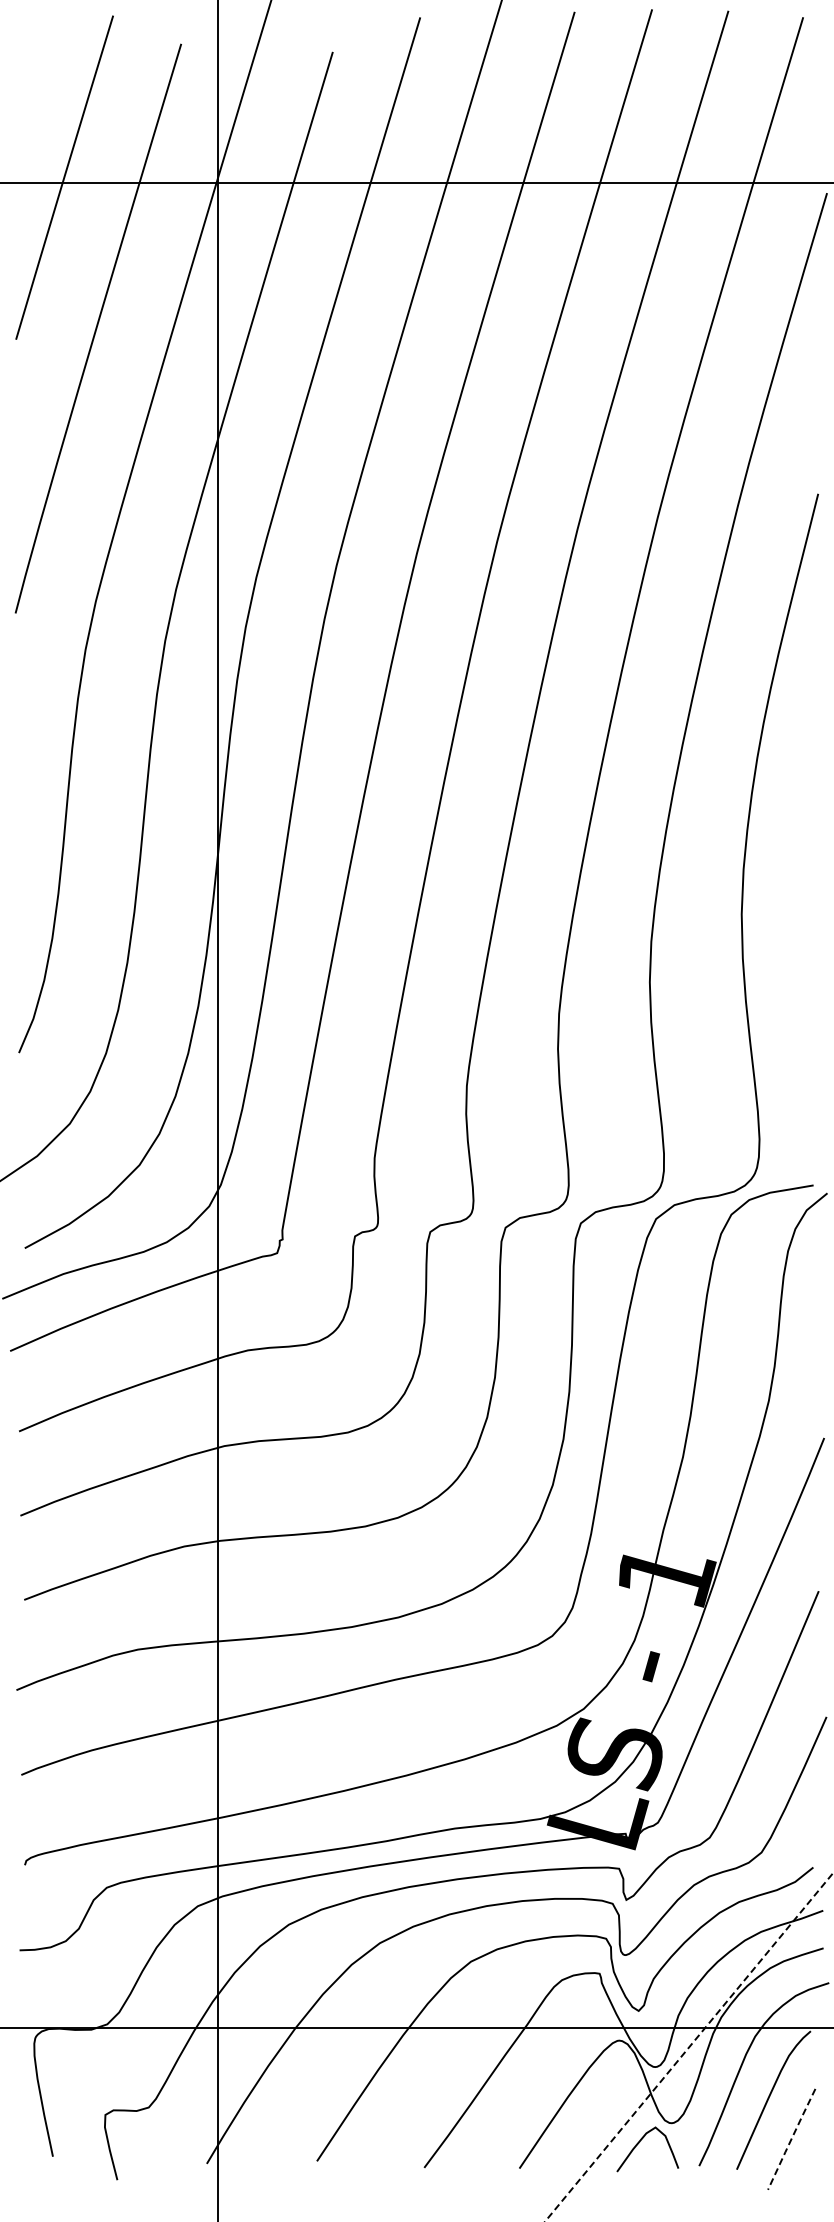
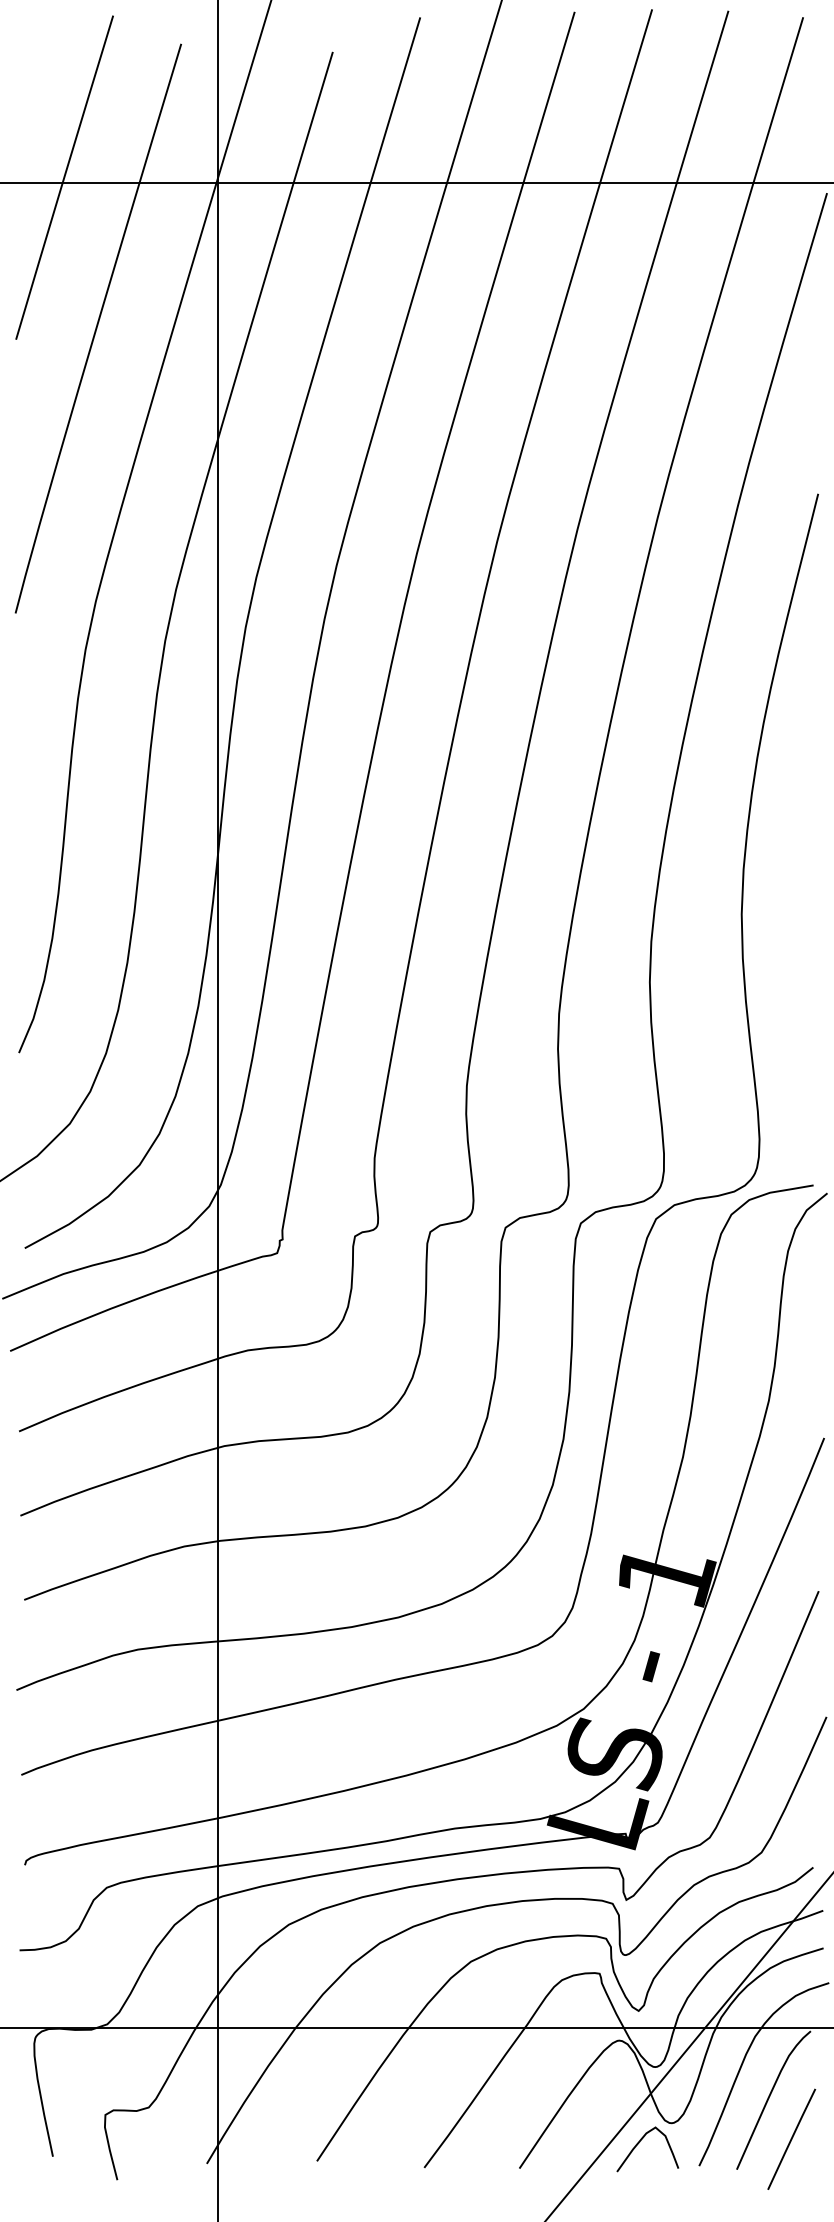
line at (689, 2047): dashed -> solid
line at (791, 2139): dashed -> solid
